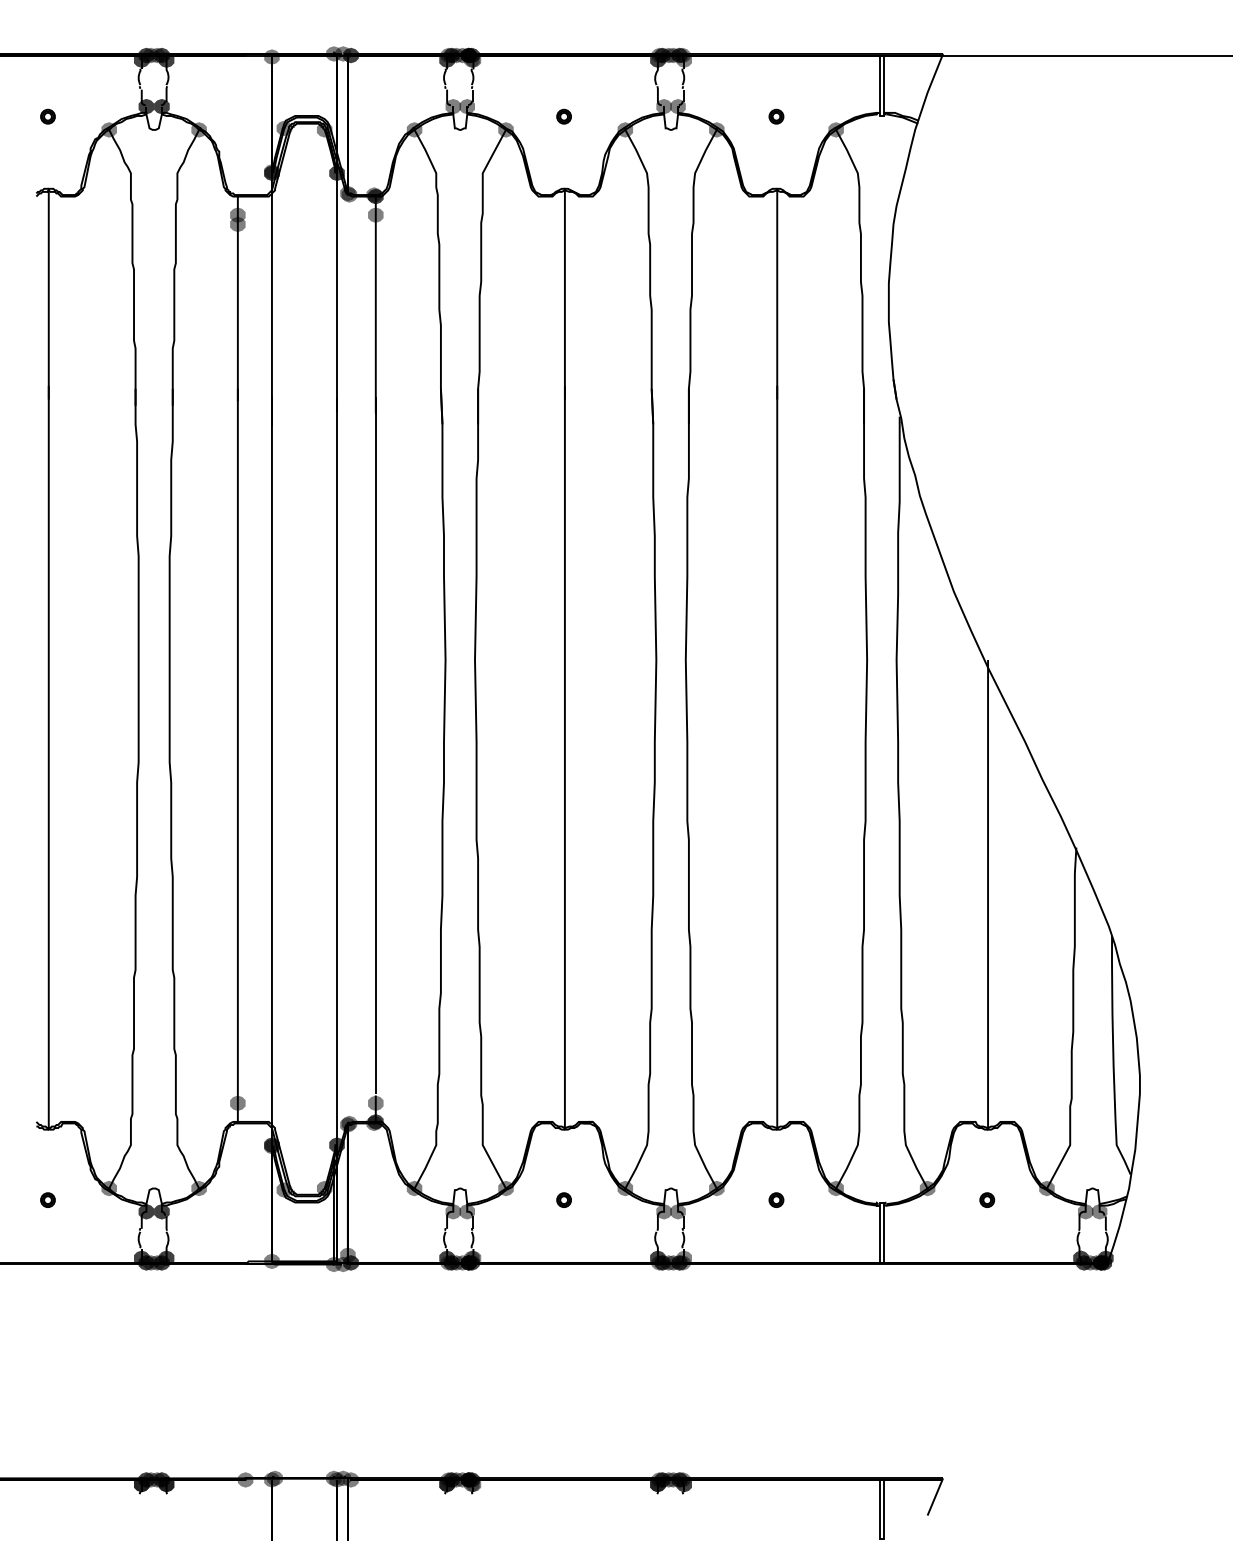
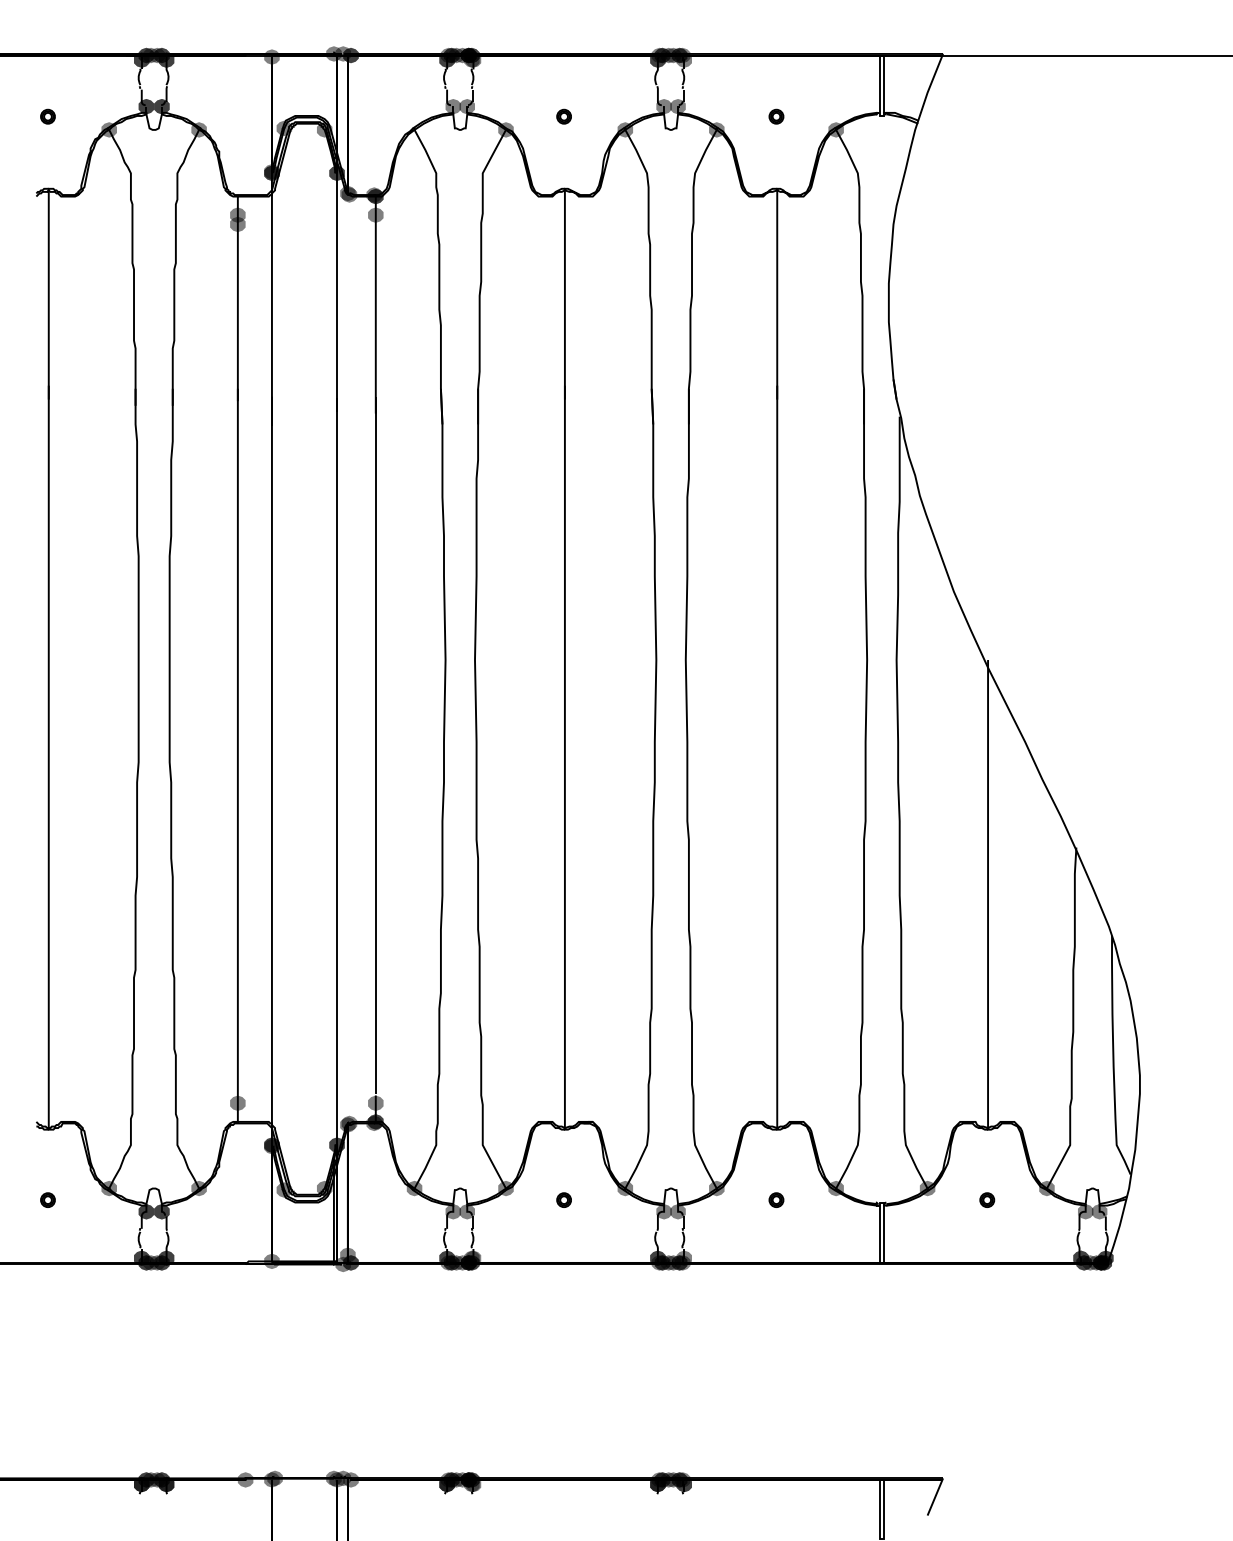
fill at (414, 129): present -> none
fill at (333, 1264): present -> none
